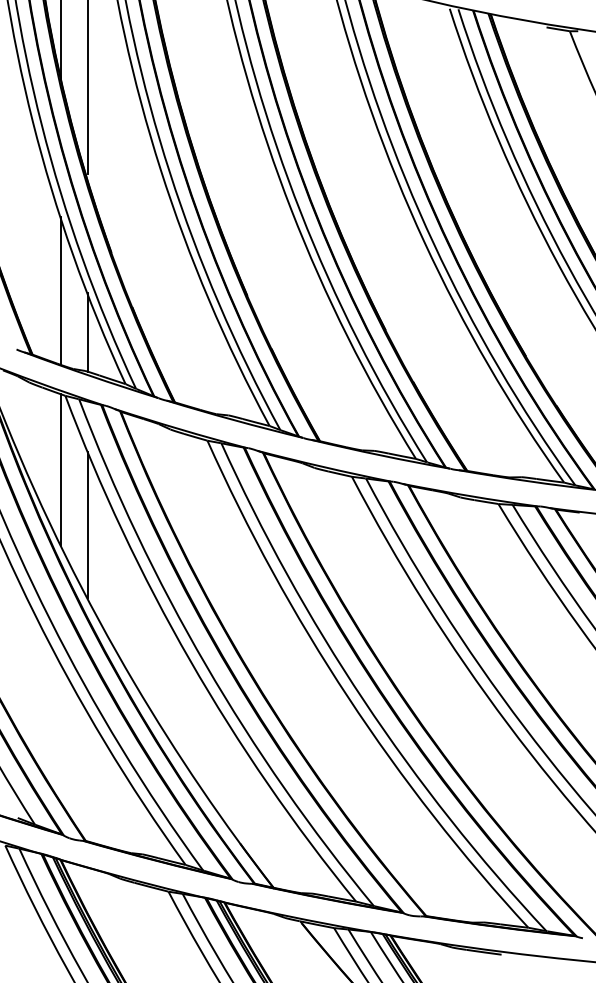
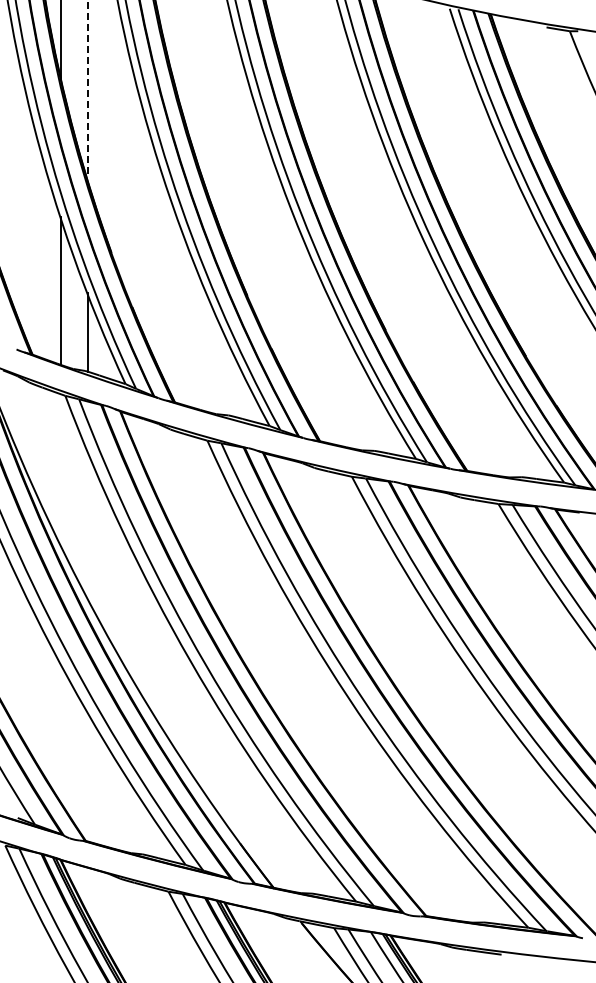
line at (87, 87): solid -> dashed
line at (60, 469): present -> none
line at (87, 524): present -> none
